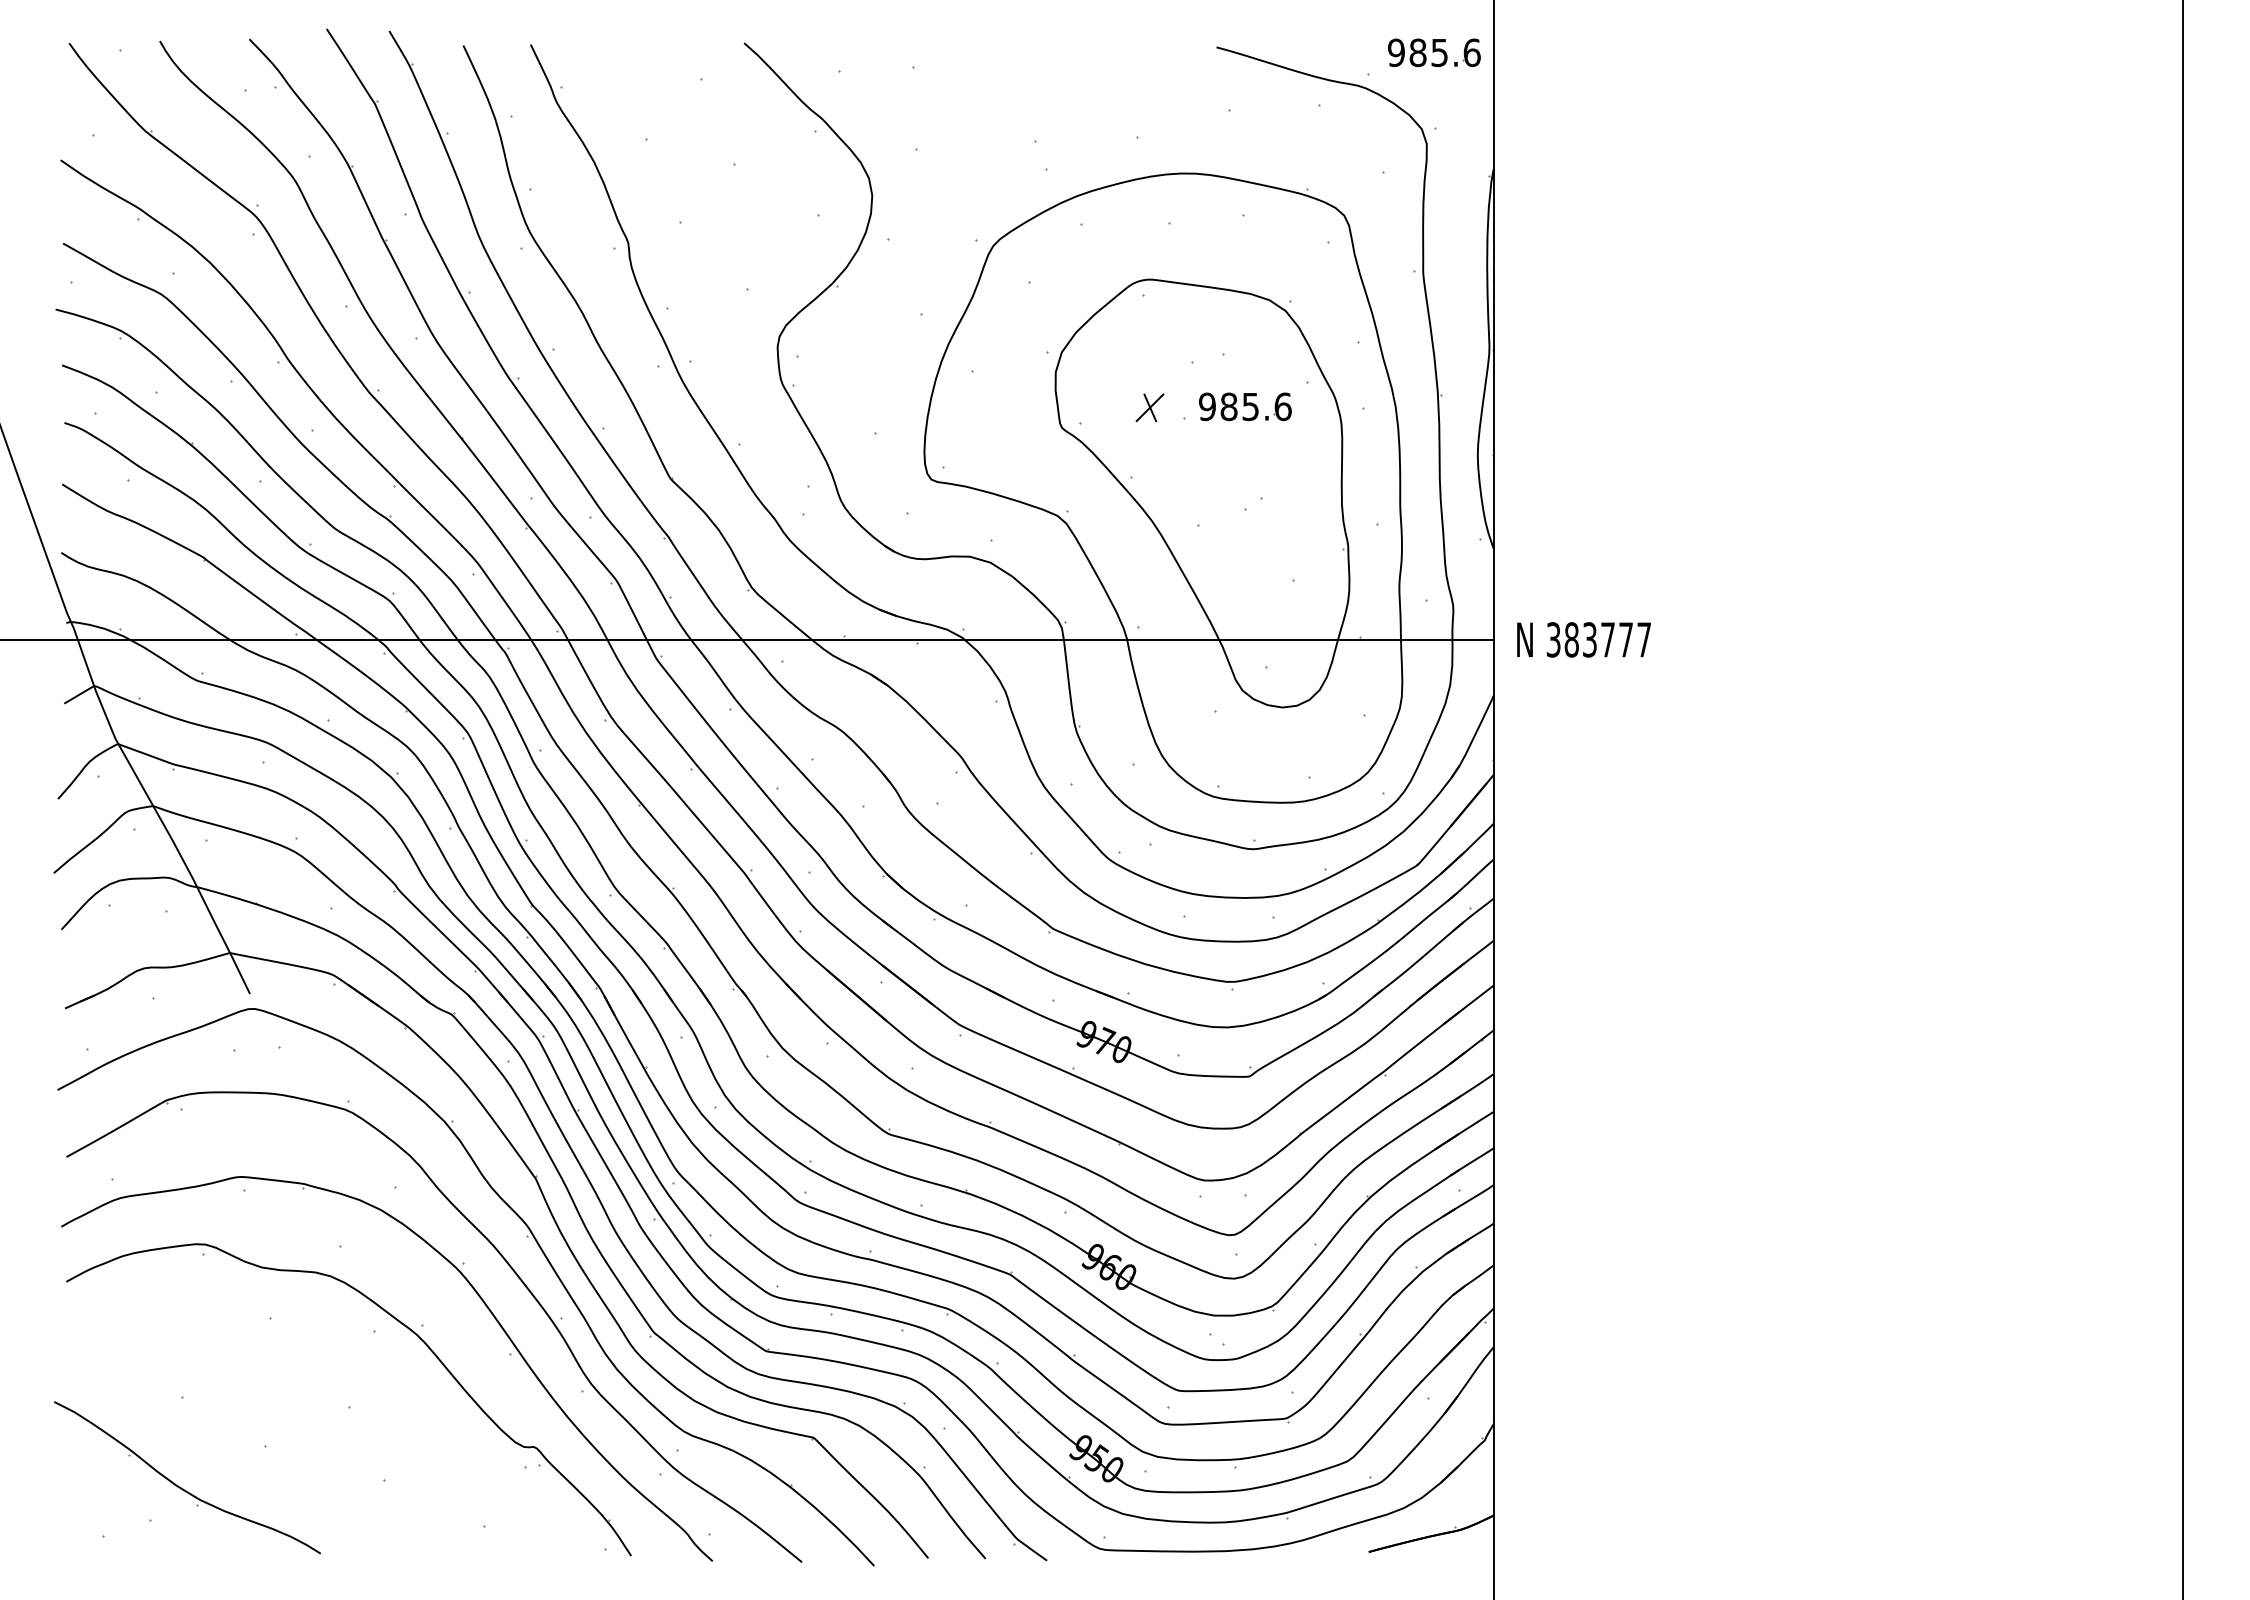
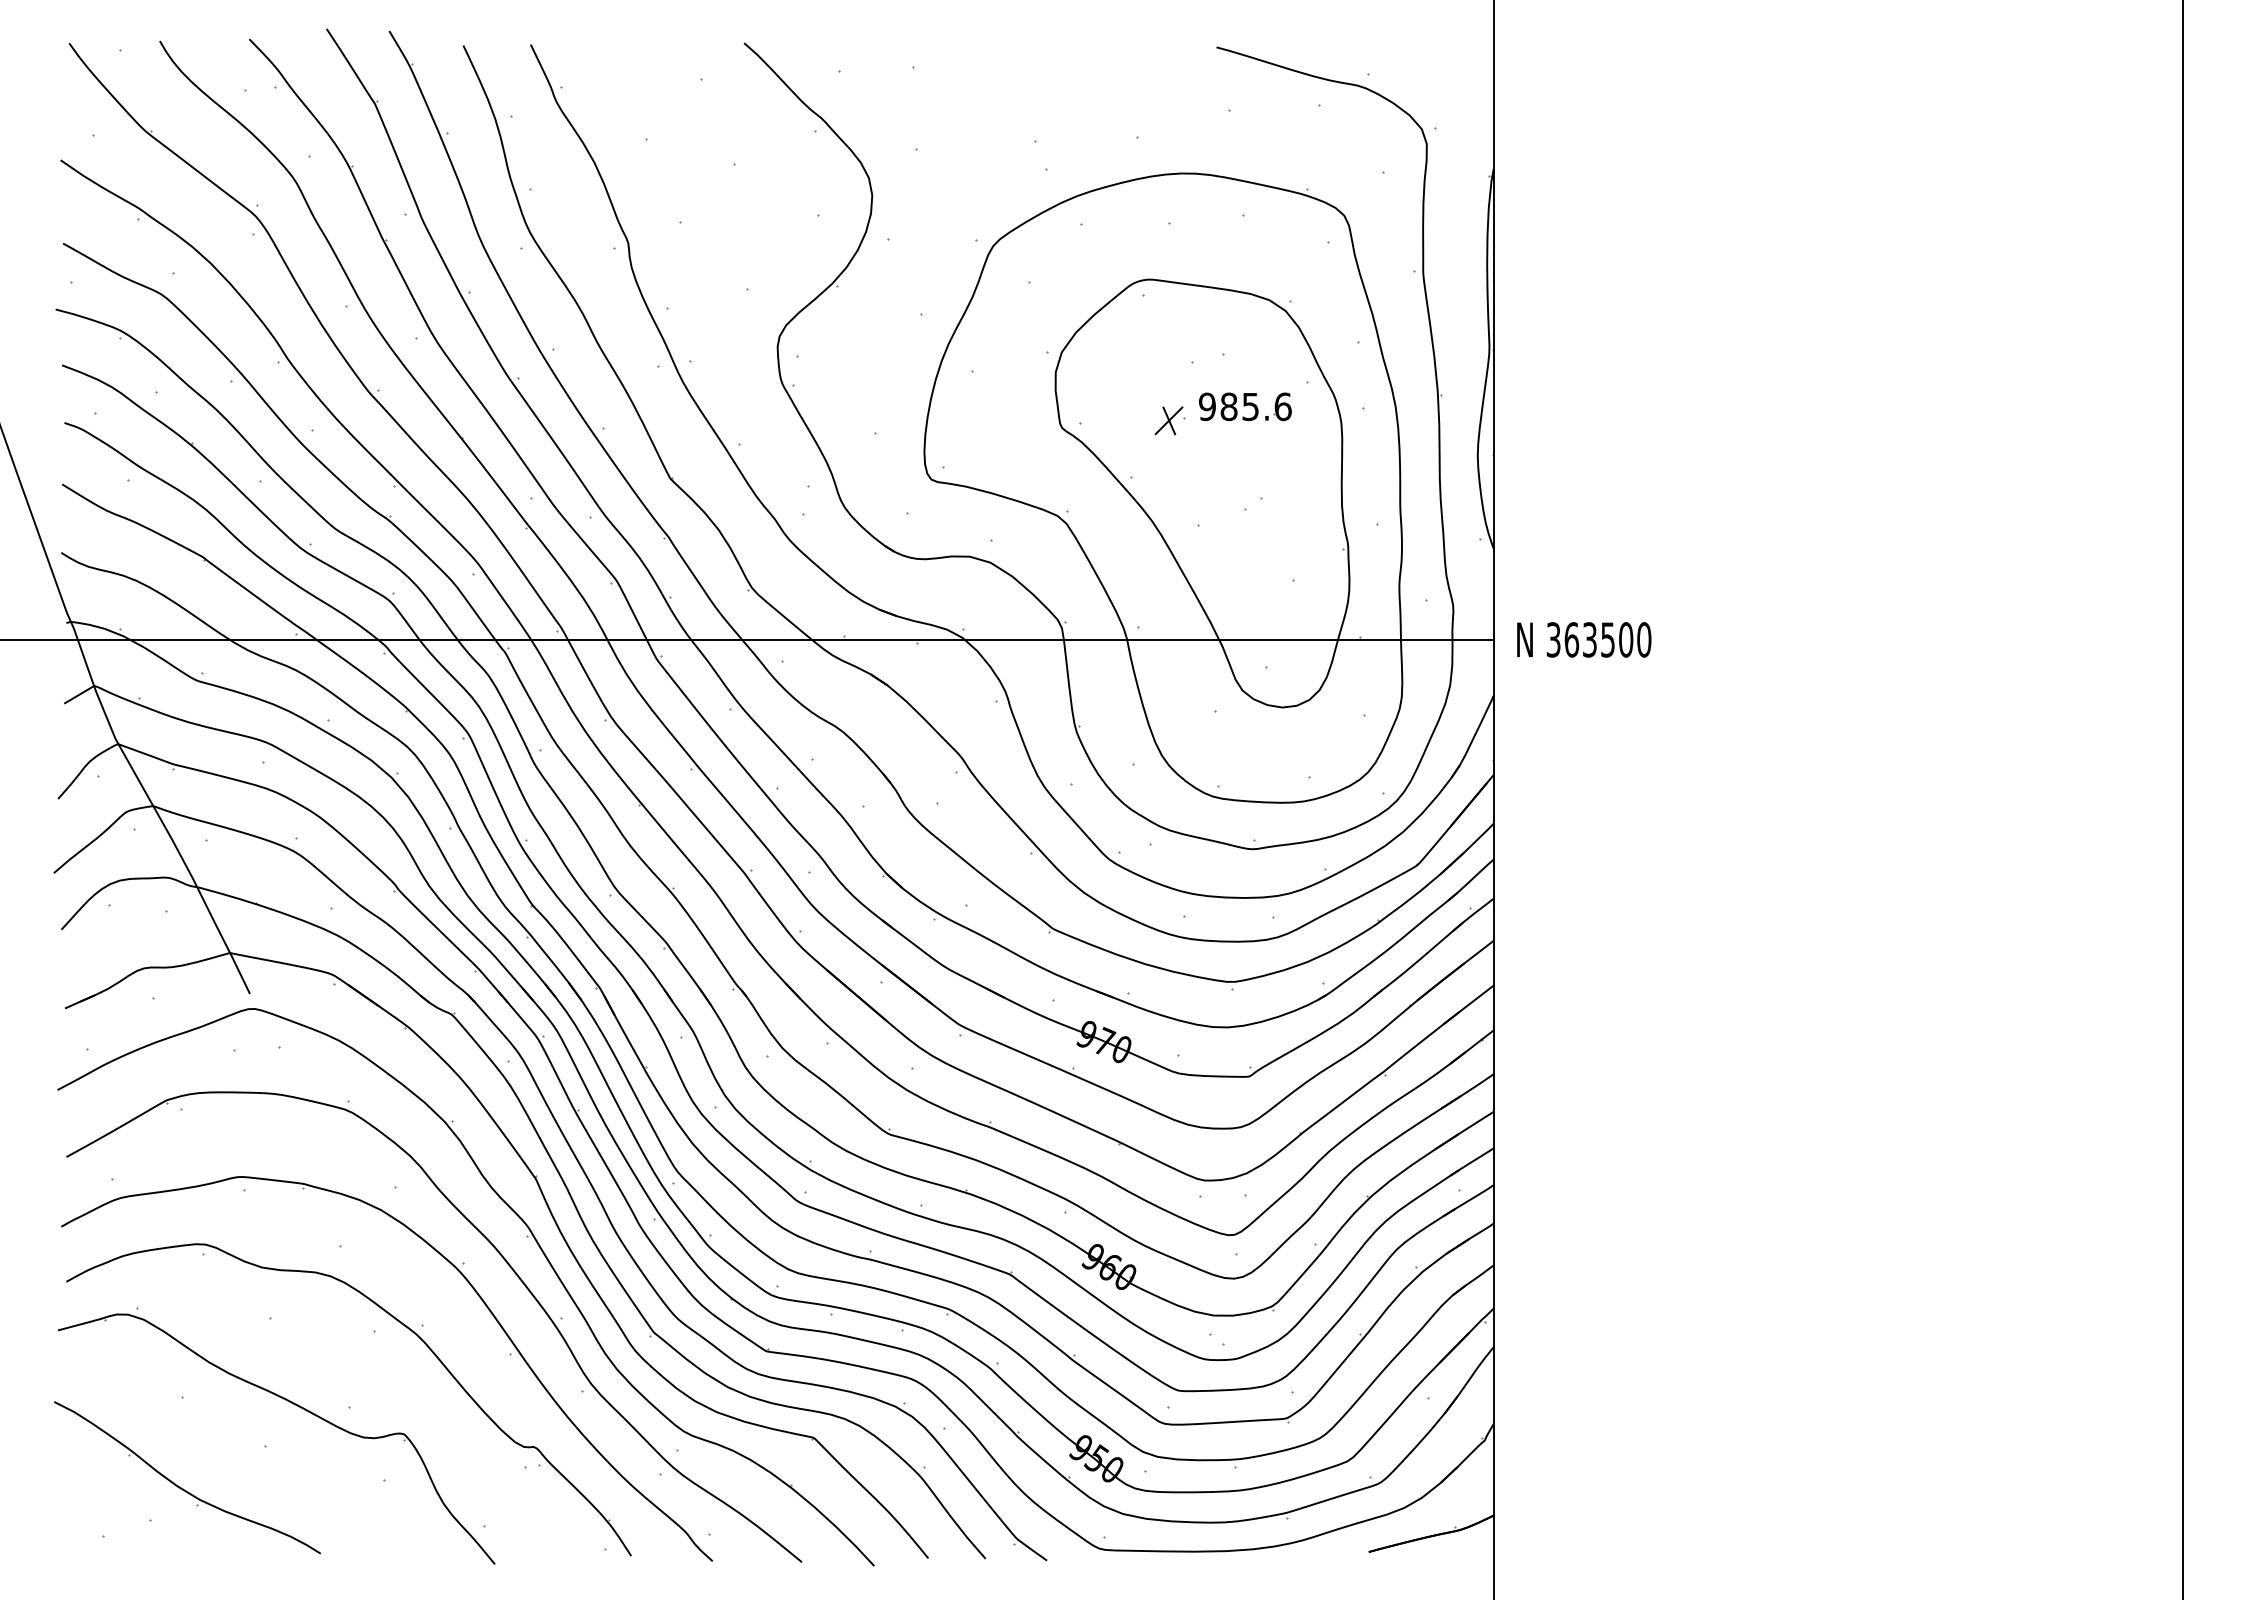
part at (1434, 52): present -> none
part at (1149, 407) position: (1149, 407) -> (1168, 420)
text at (1607, 639): 383777 -> 363500
part at (291, 1403): none -> present
